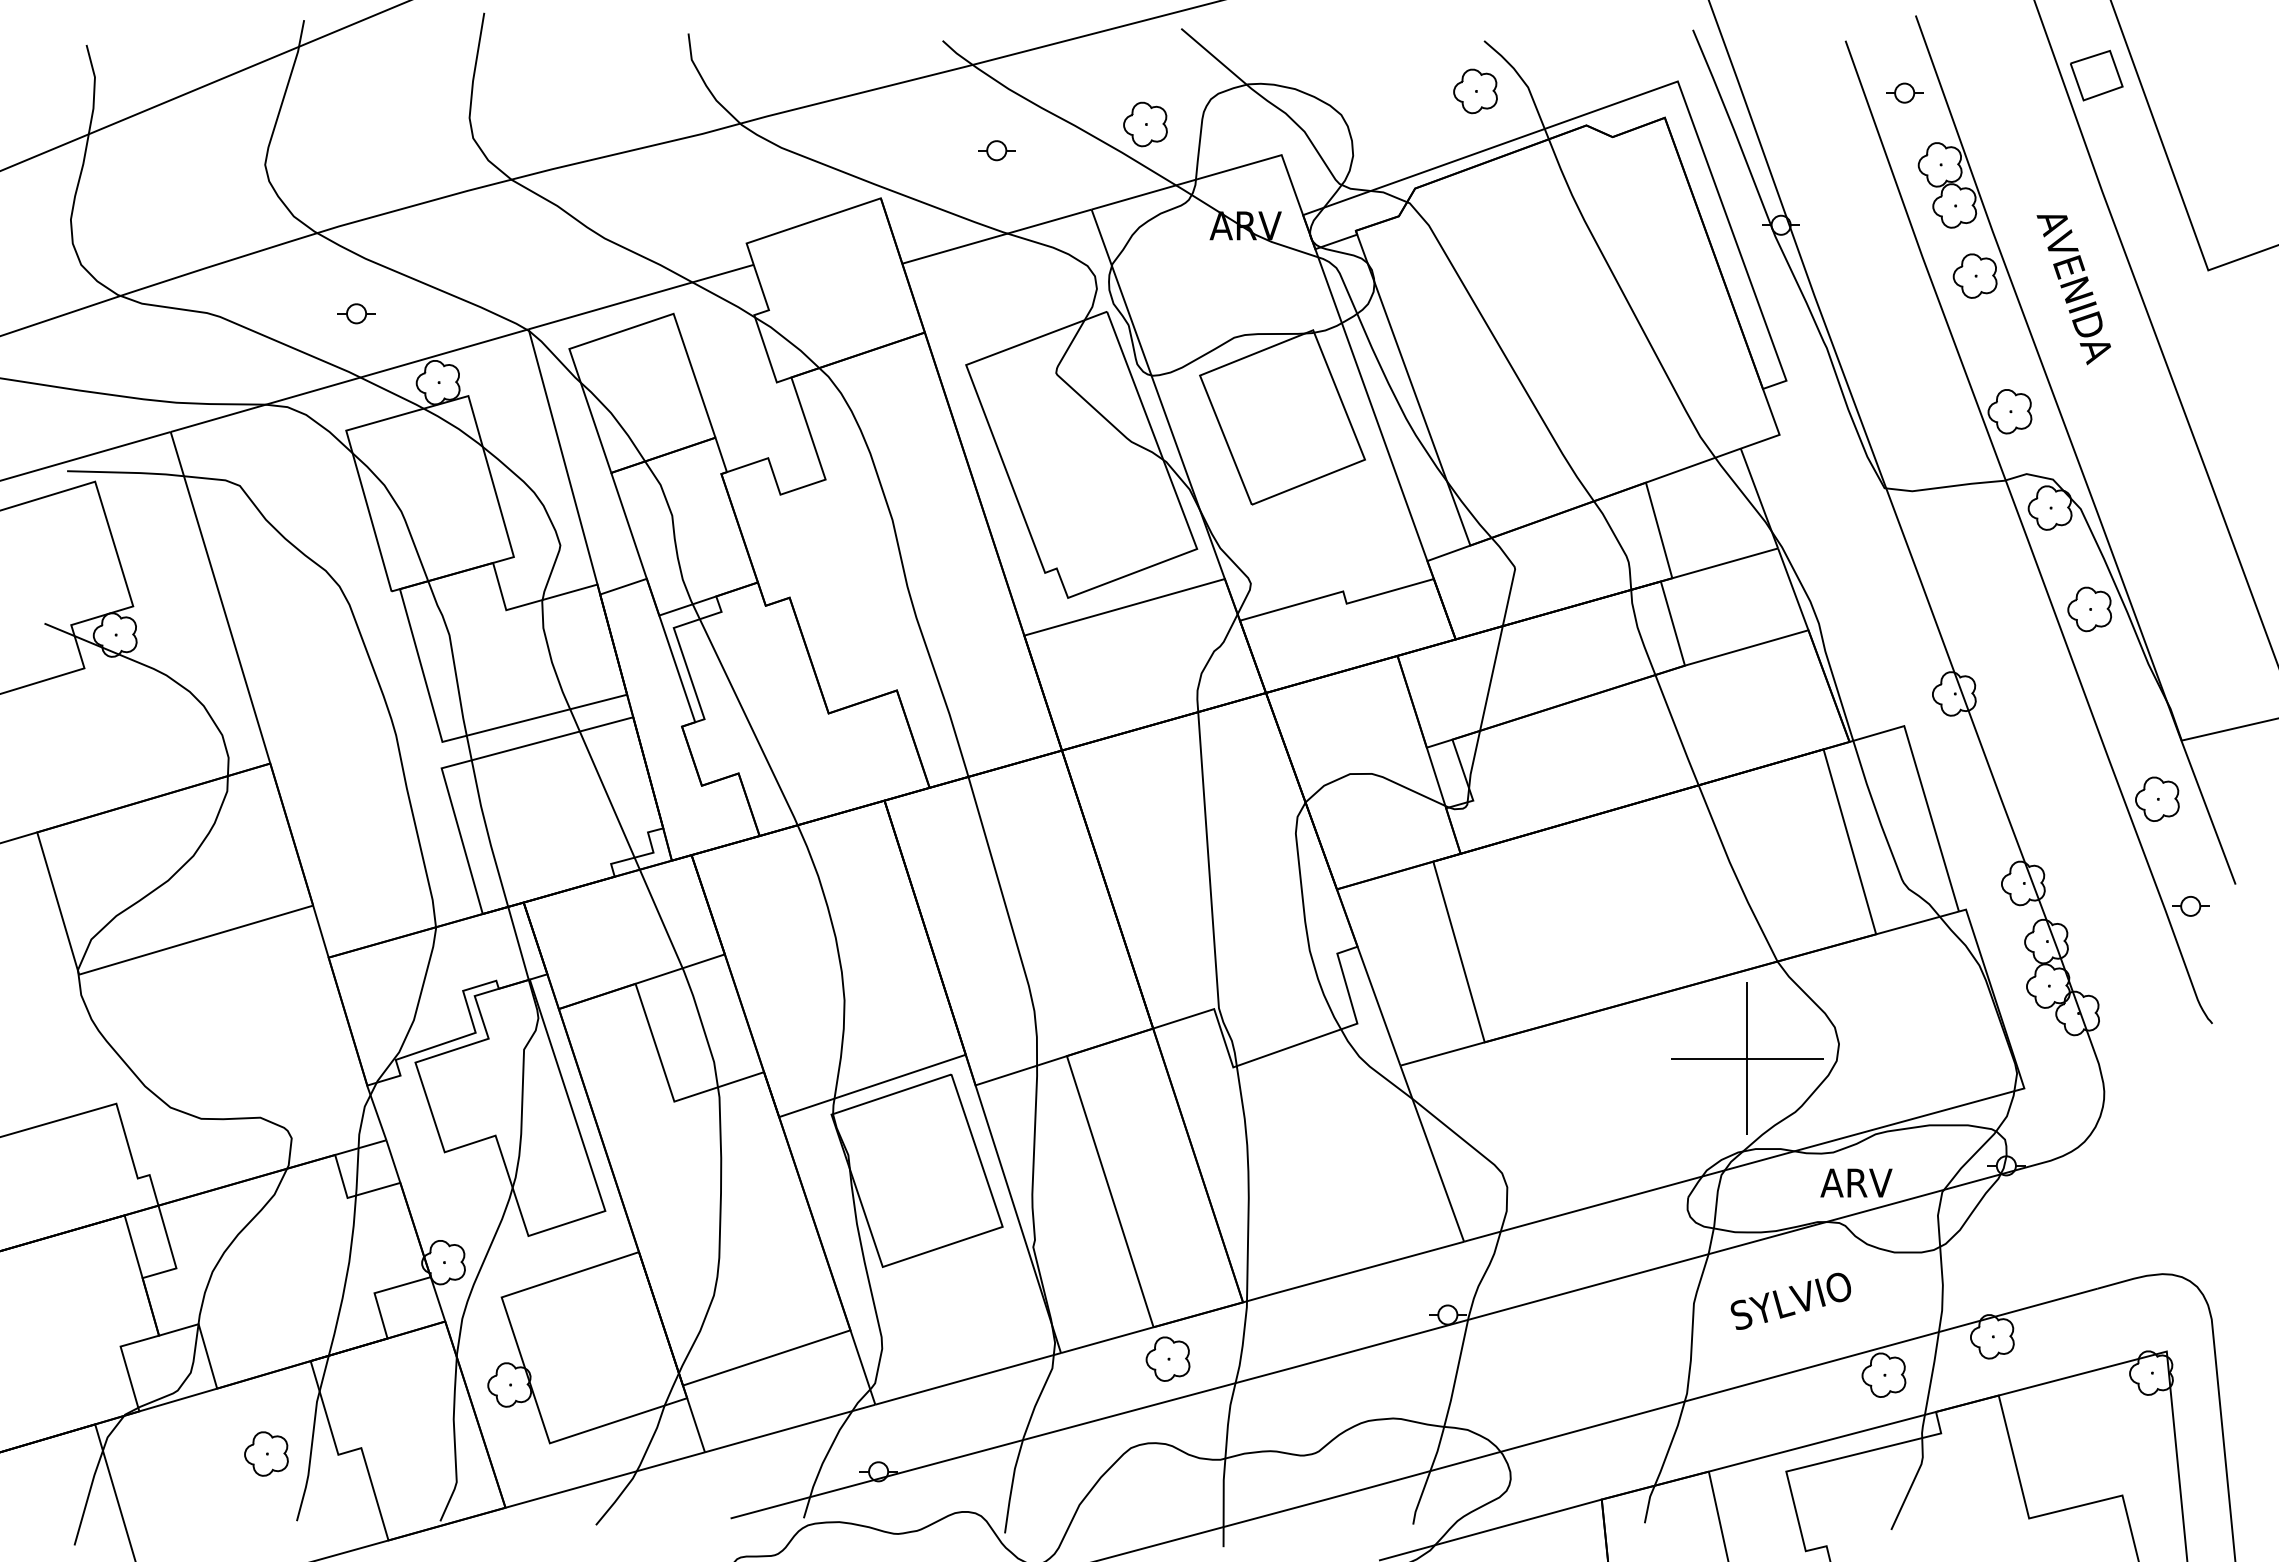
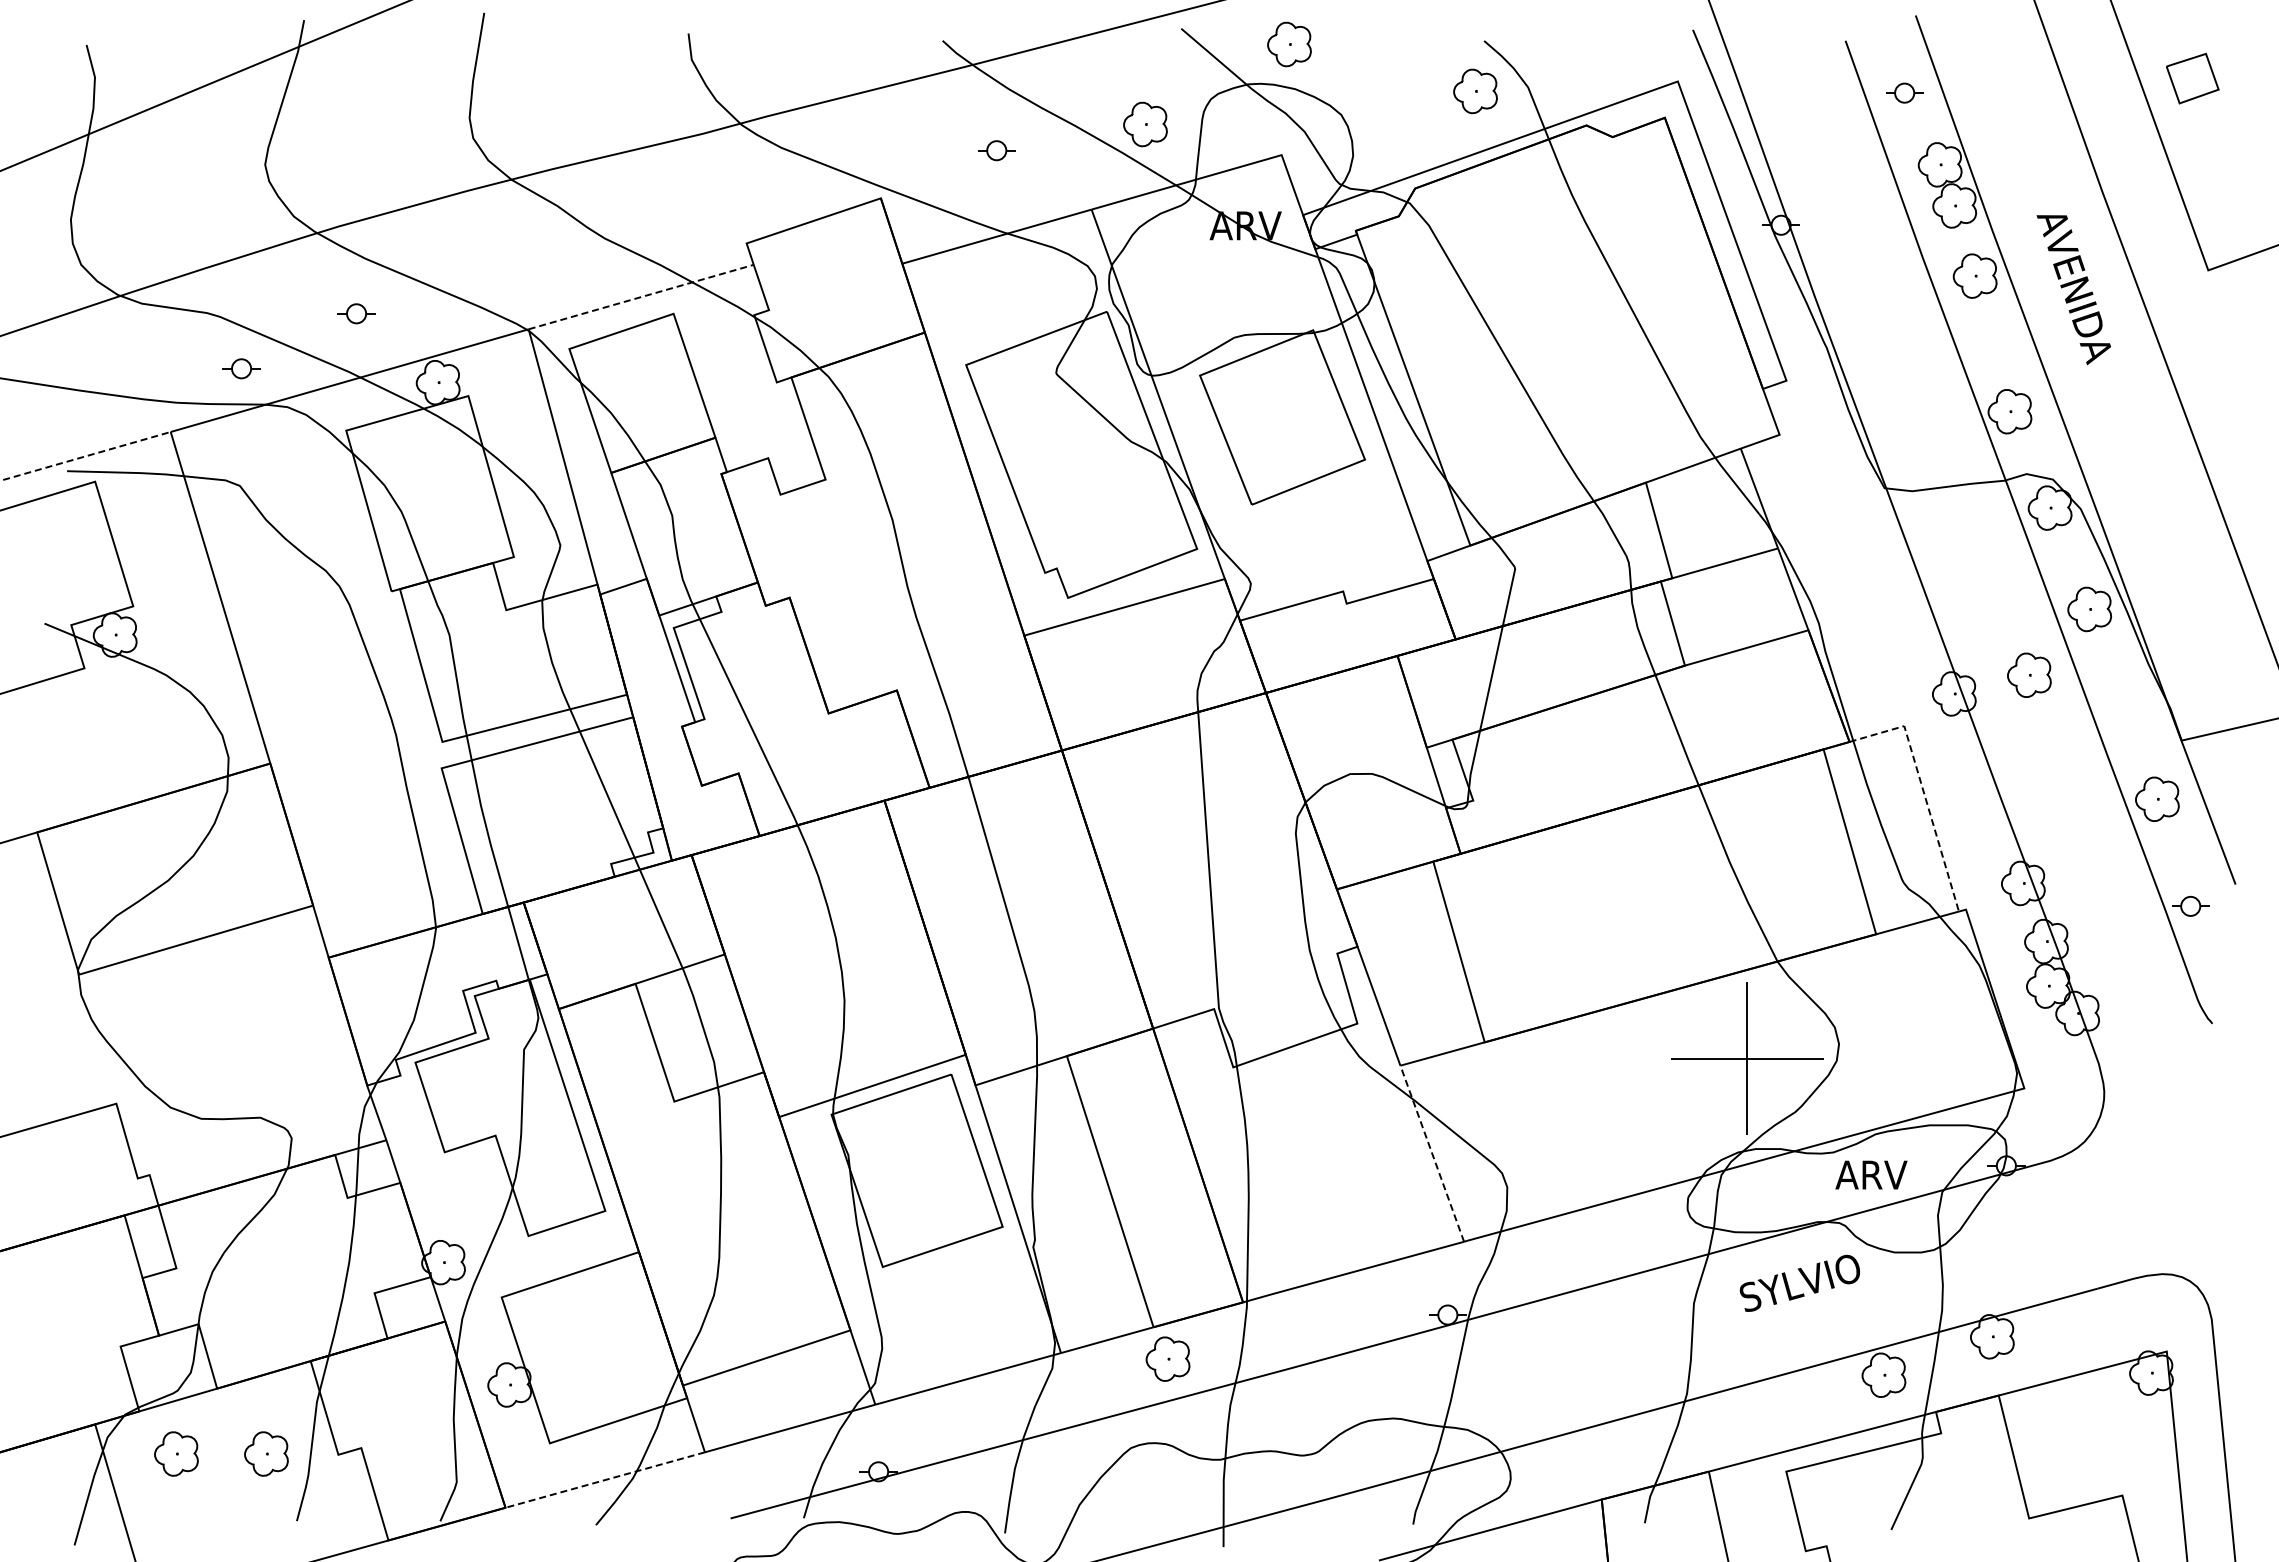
part at (1289, 44): none -> present
part at (2096, 75) position: (2096, 75) -> (2192, 78)
line at (641, 296): solid -> dashed
part at (241, 368): none -> present
line at (86, 456): solid -> dashed
part at (2029, 674): none -> present
line at (1923, 791): solid -> dashed
line at (1432, 1153): solid -> dashed
text at (1856, 1182) position: (1856, 1182) -> (1871, 1174)
text at (1790, 1300) position: (1790, 1300) -> (1799, 1282)
part at (176, 1453): none -> present
line at (605, 1480): solid -> dashed
